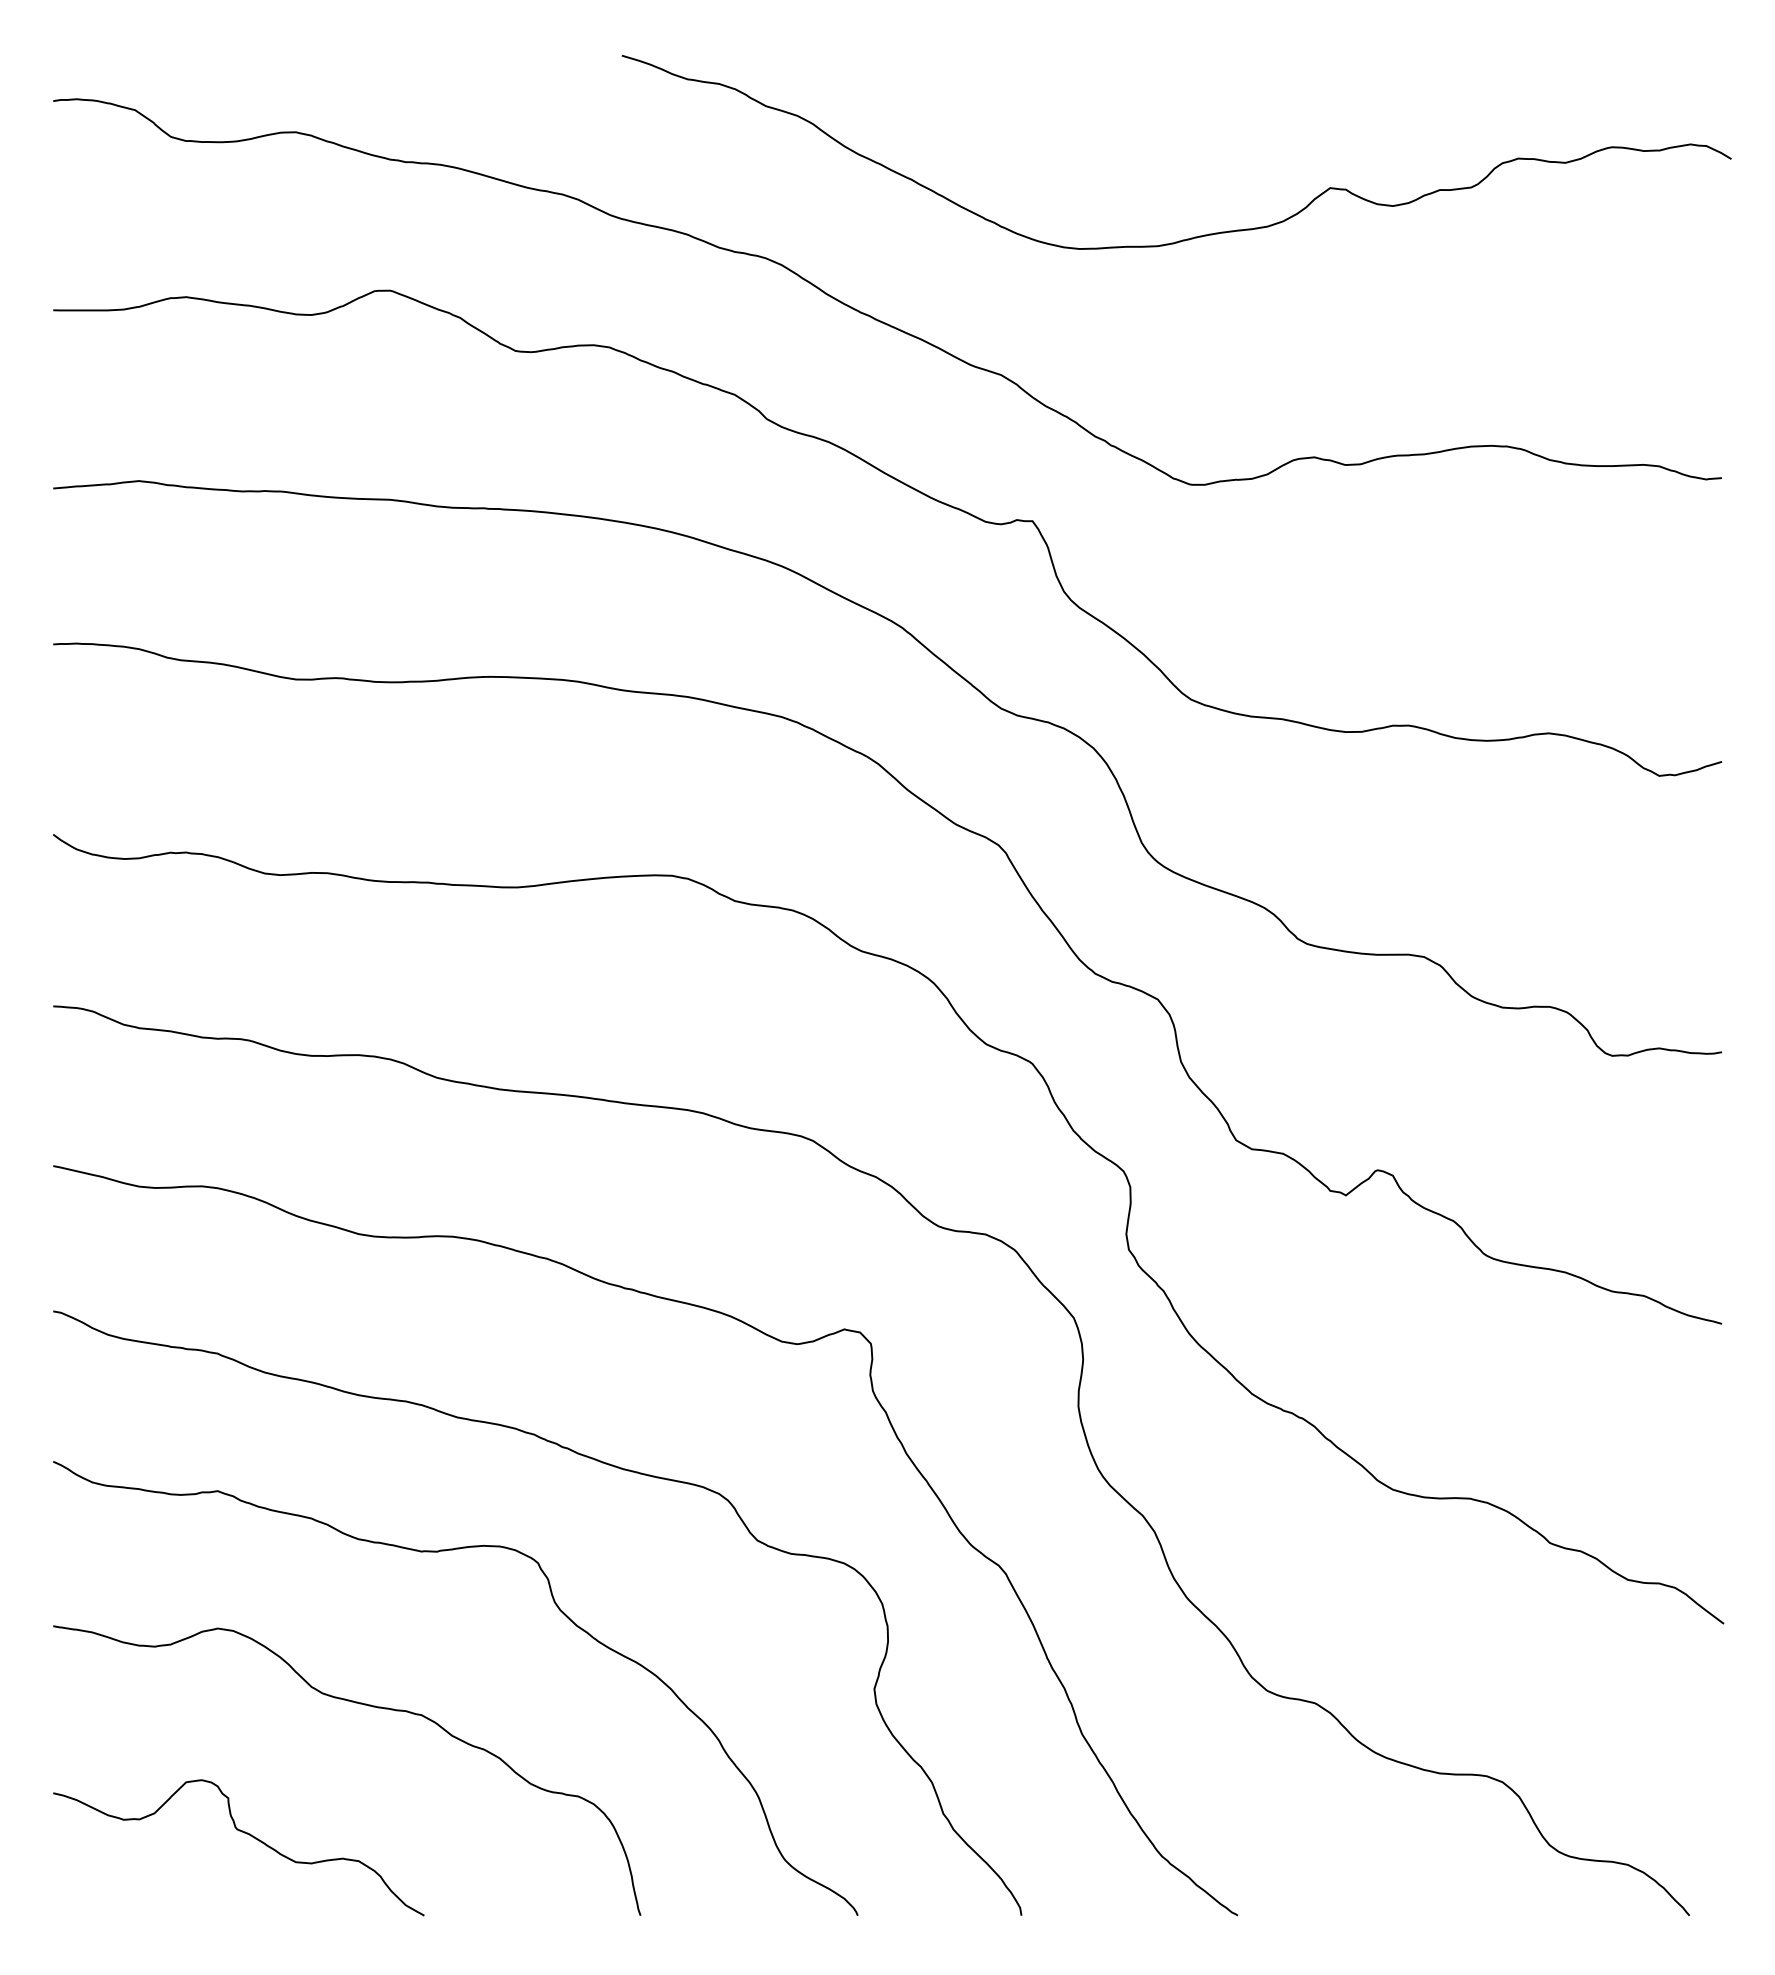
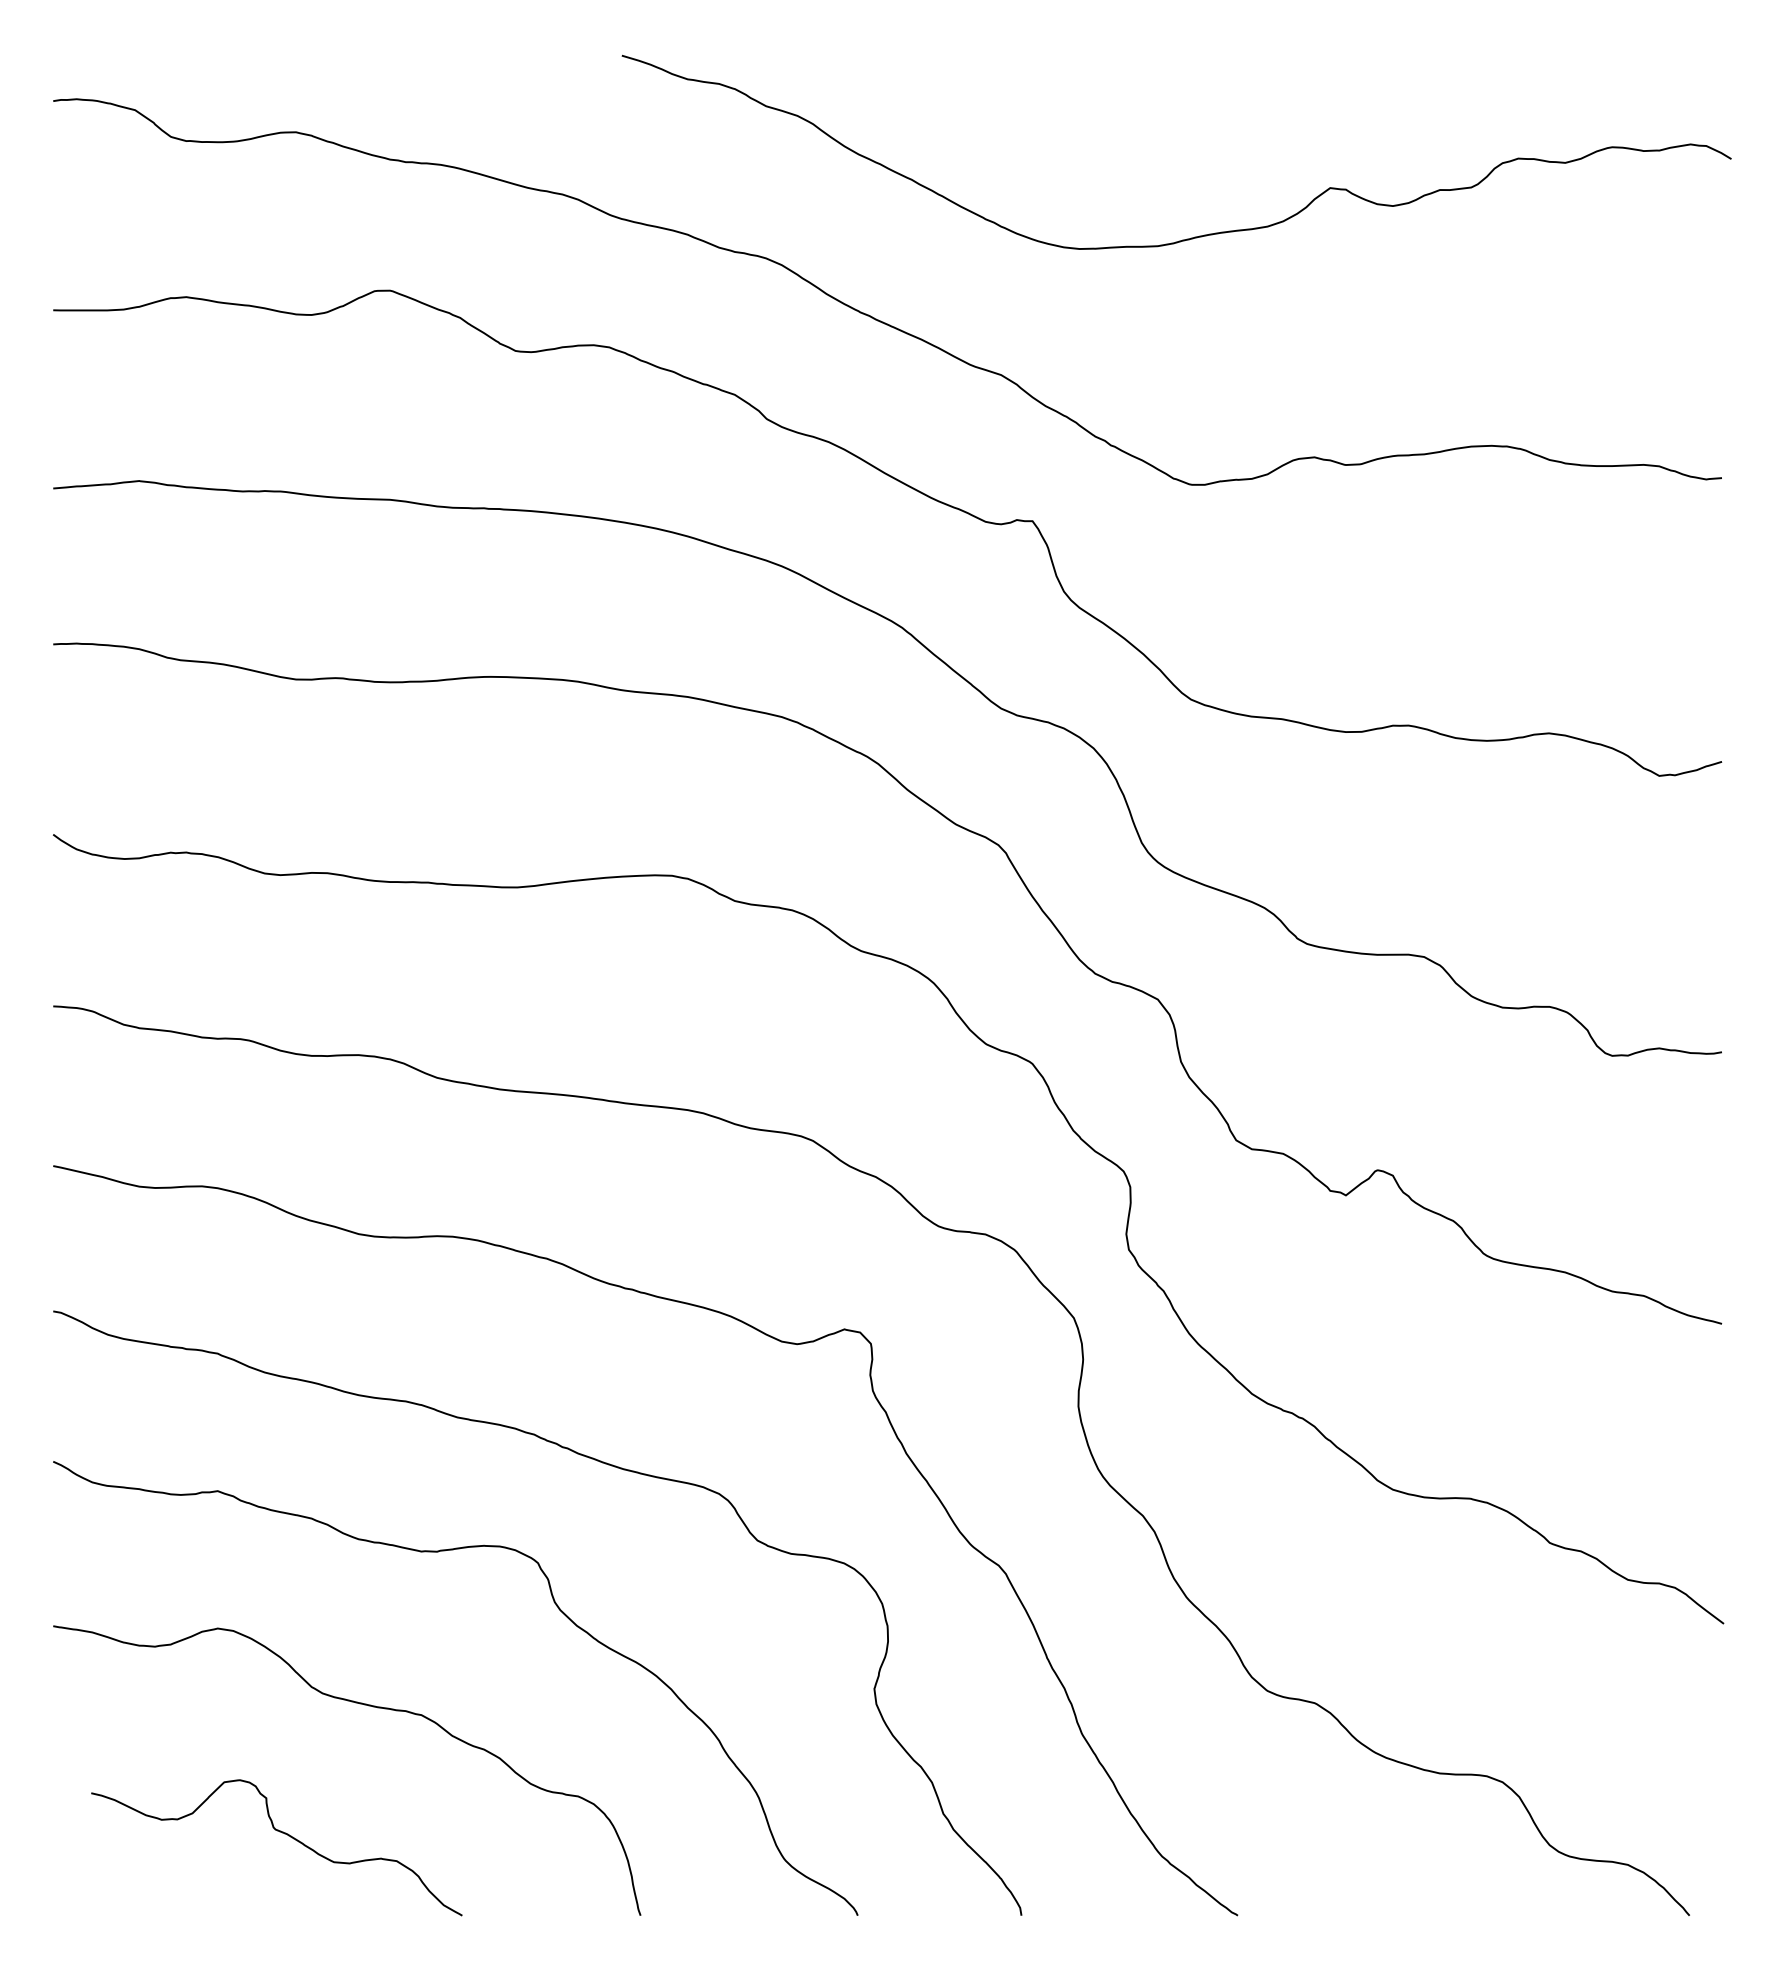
curve at (244, 1833) position: (244, 1833) -> (282, 1833)
